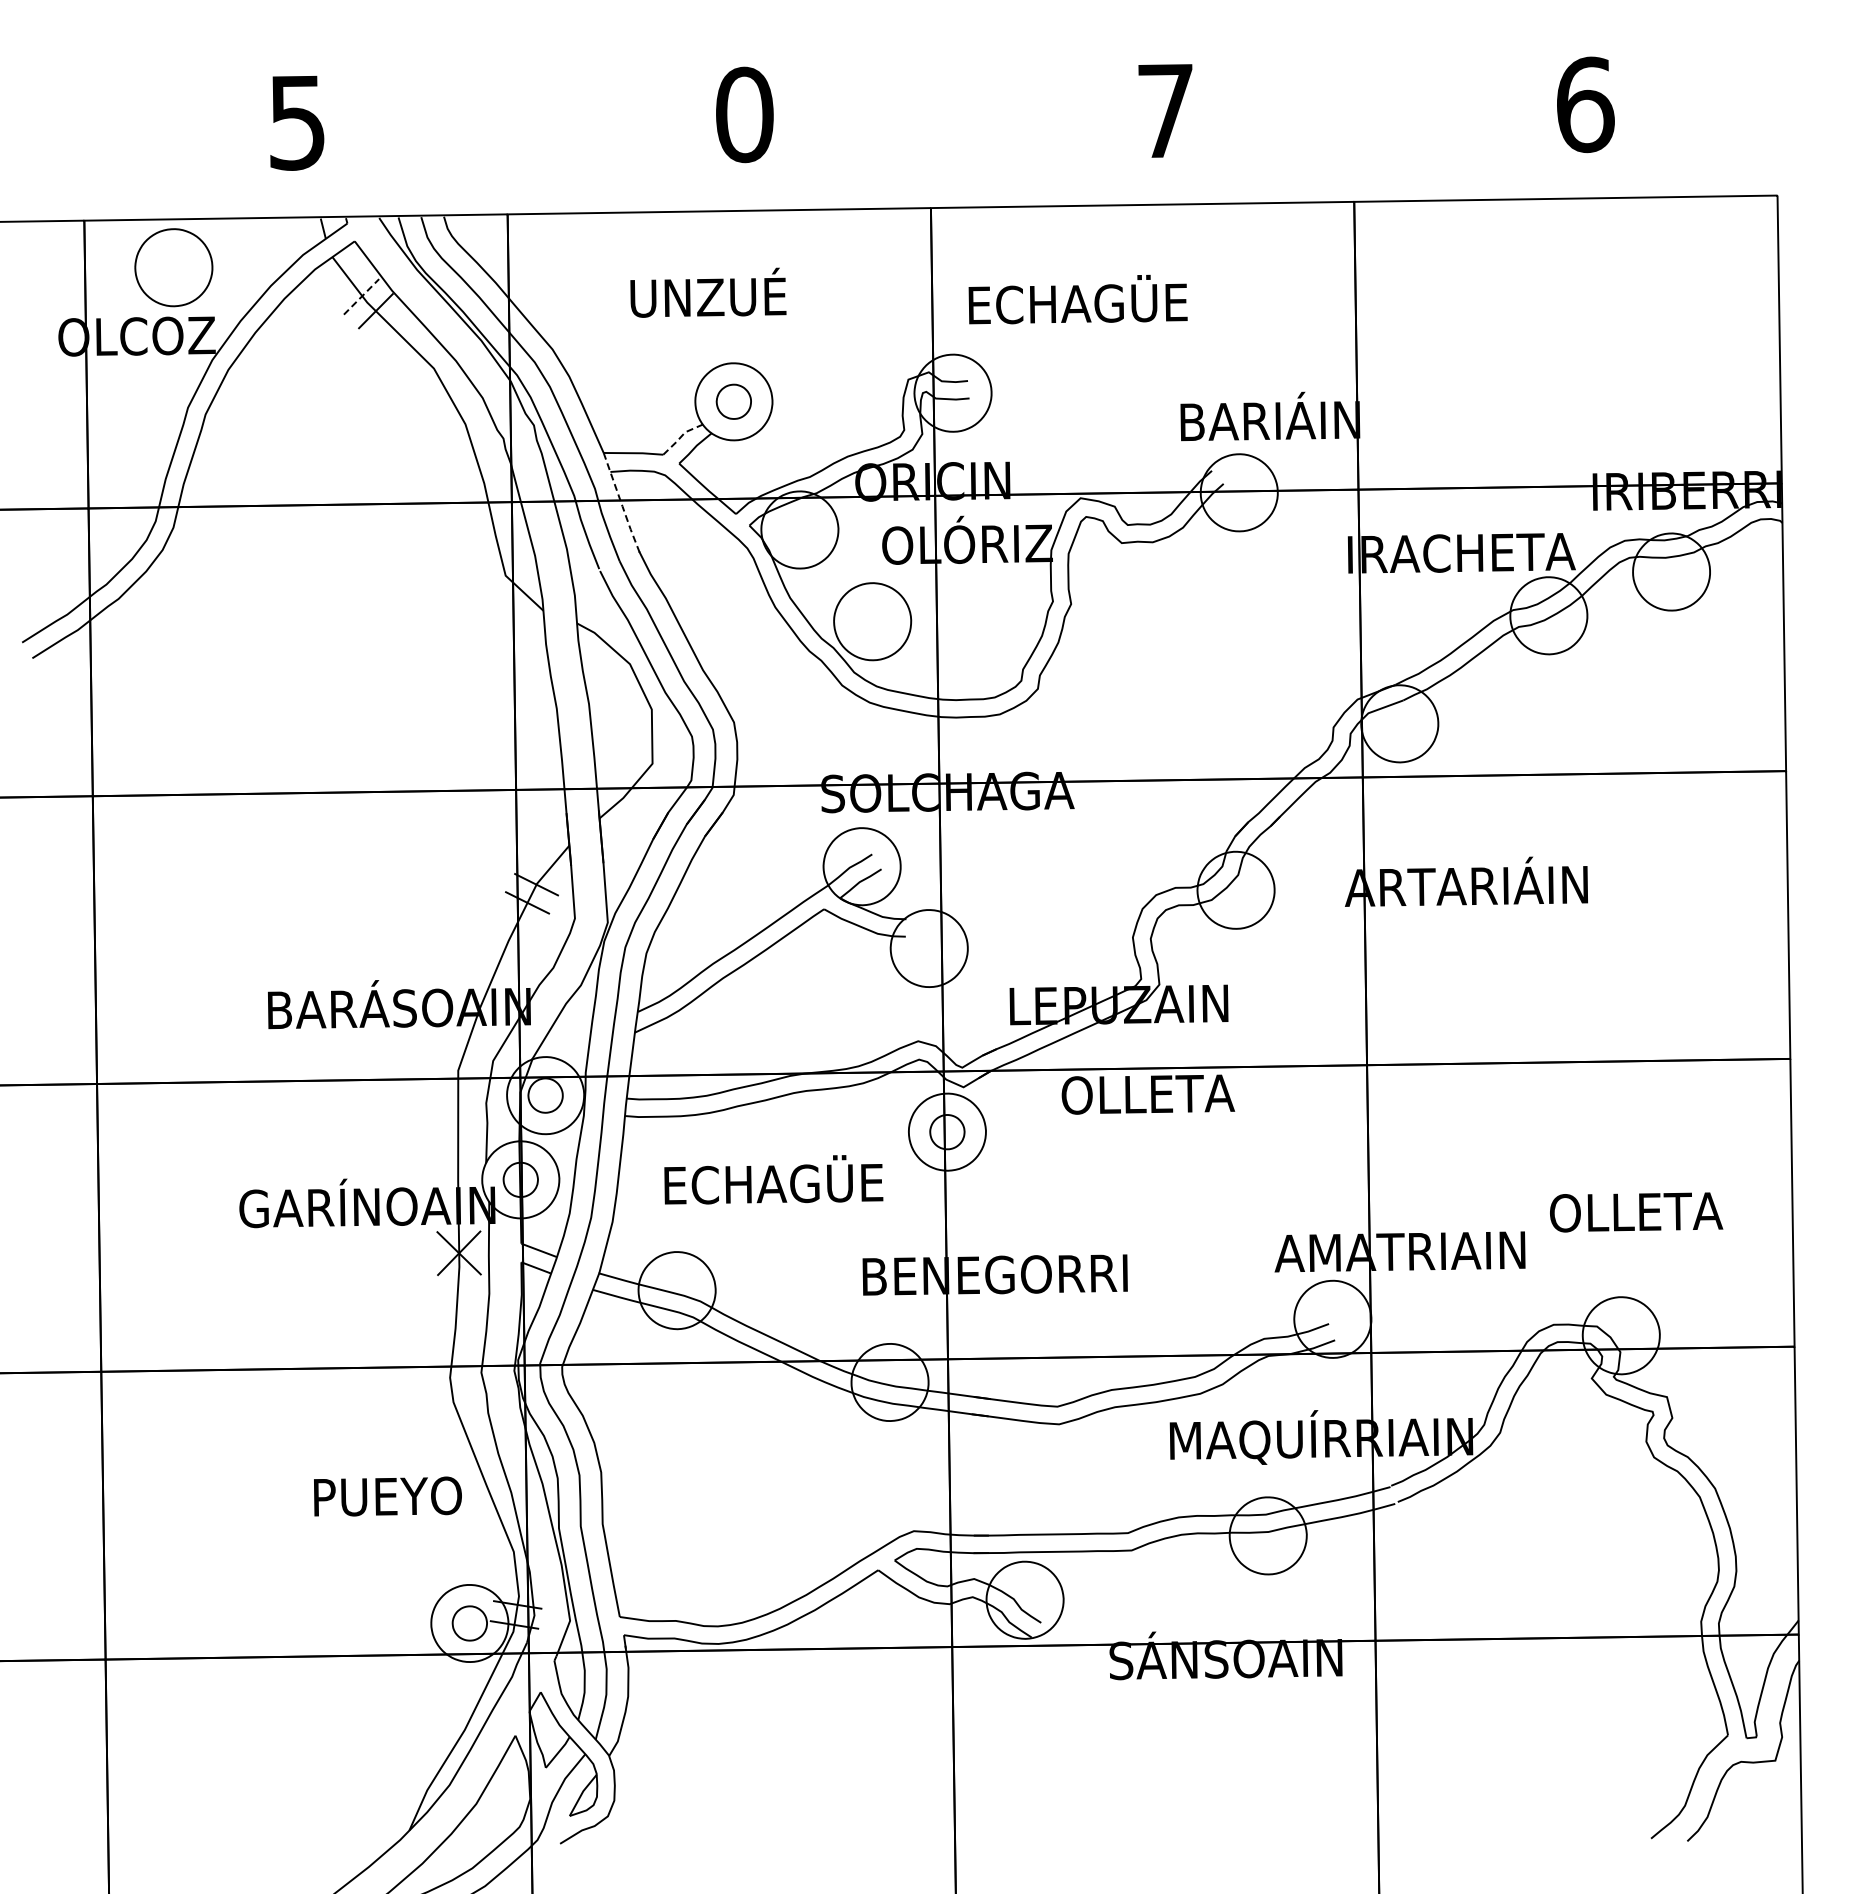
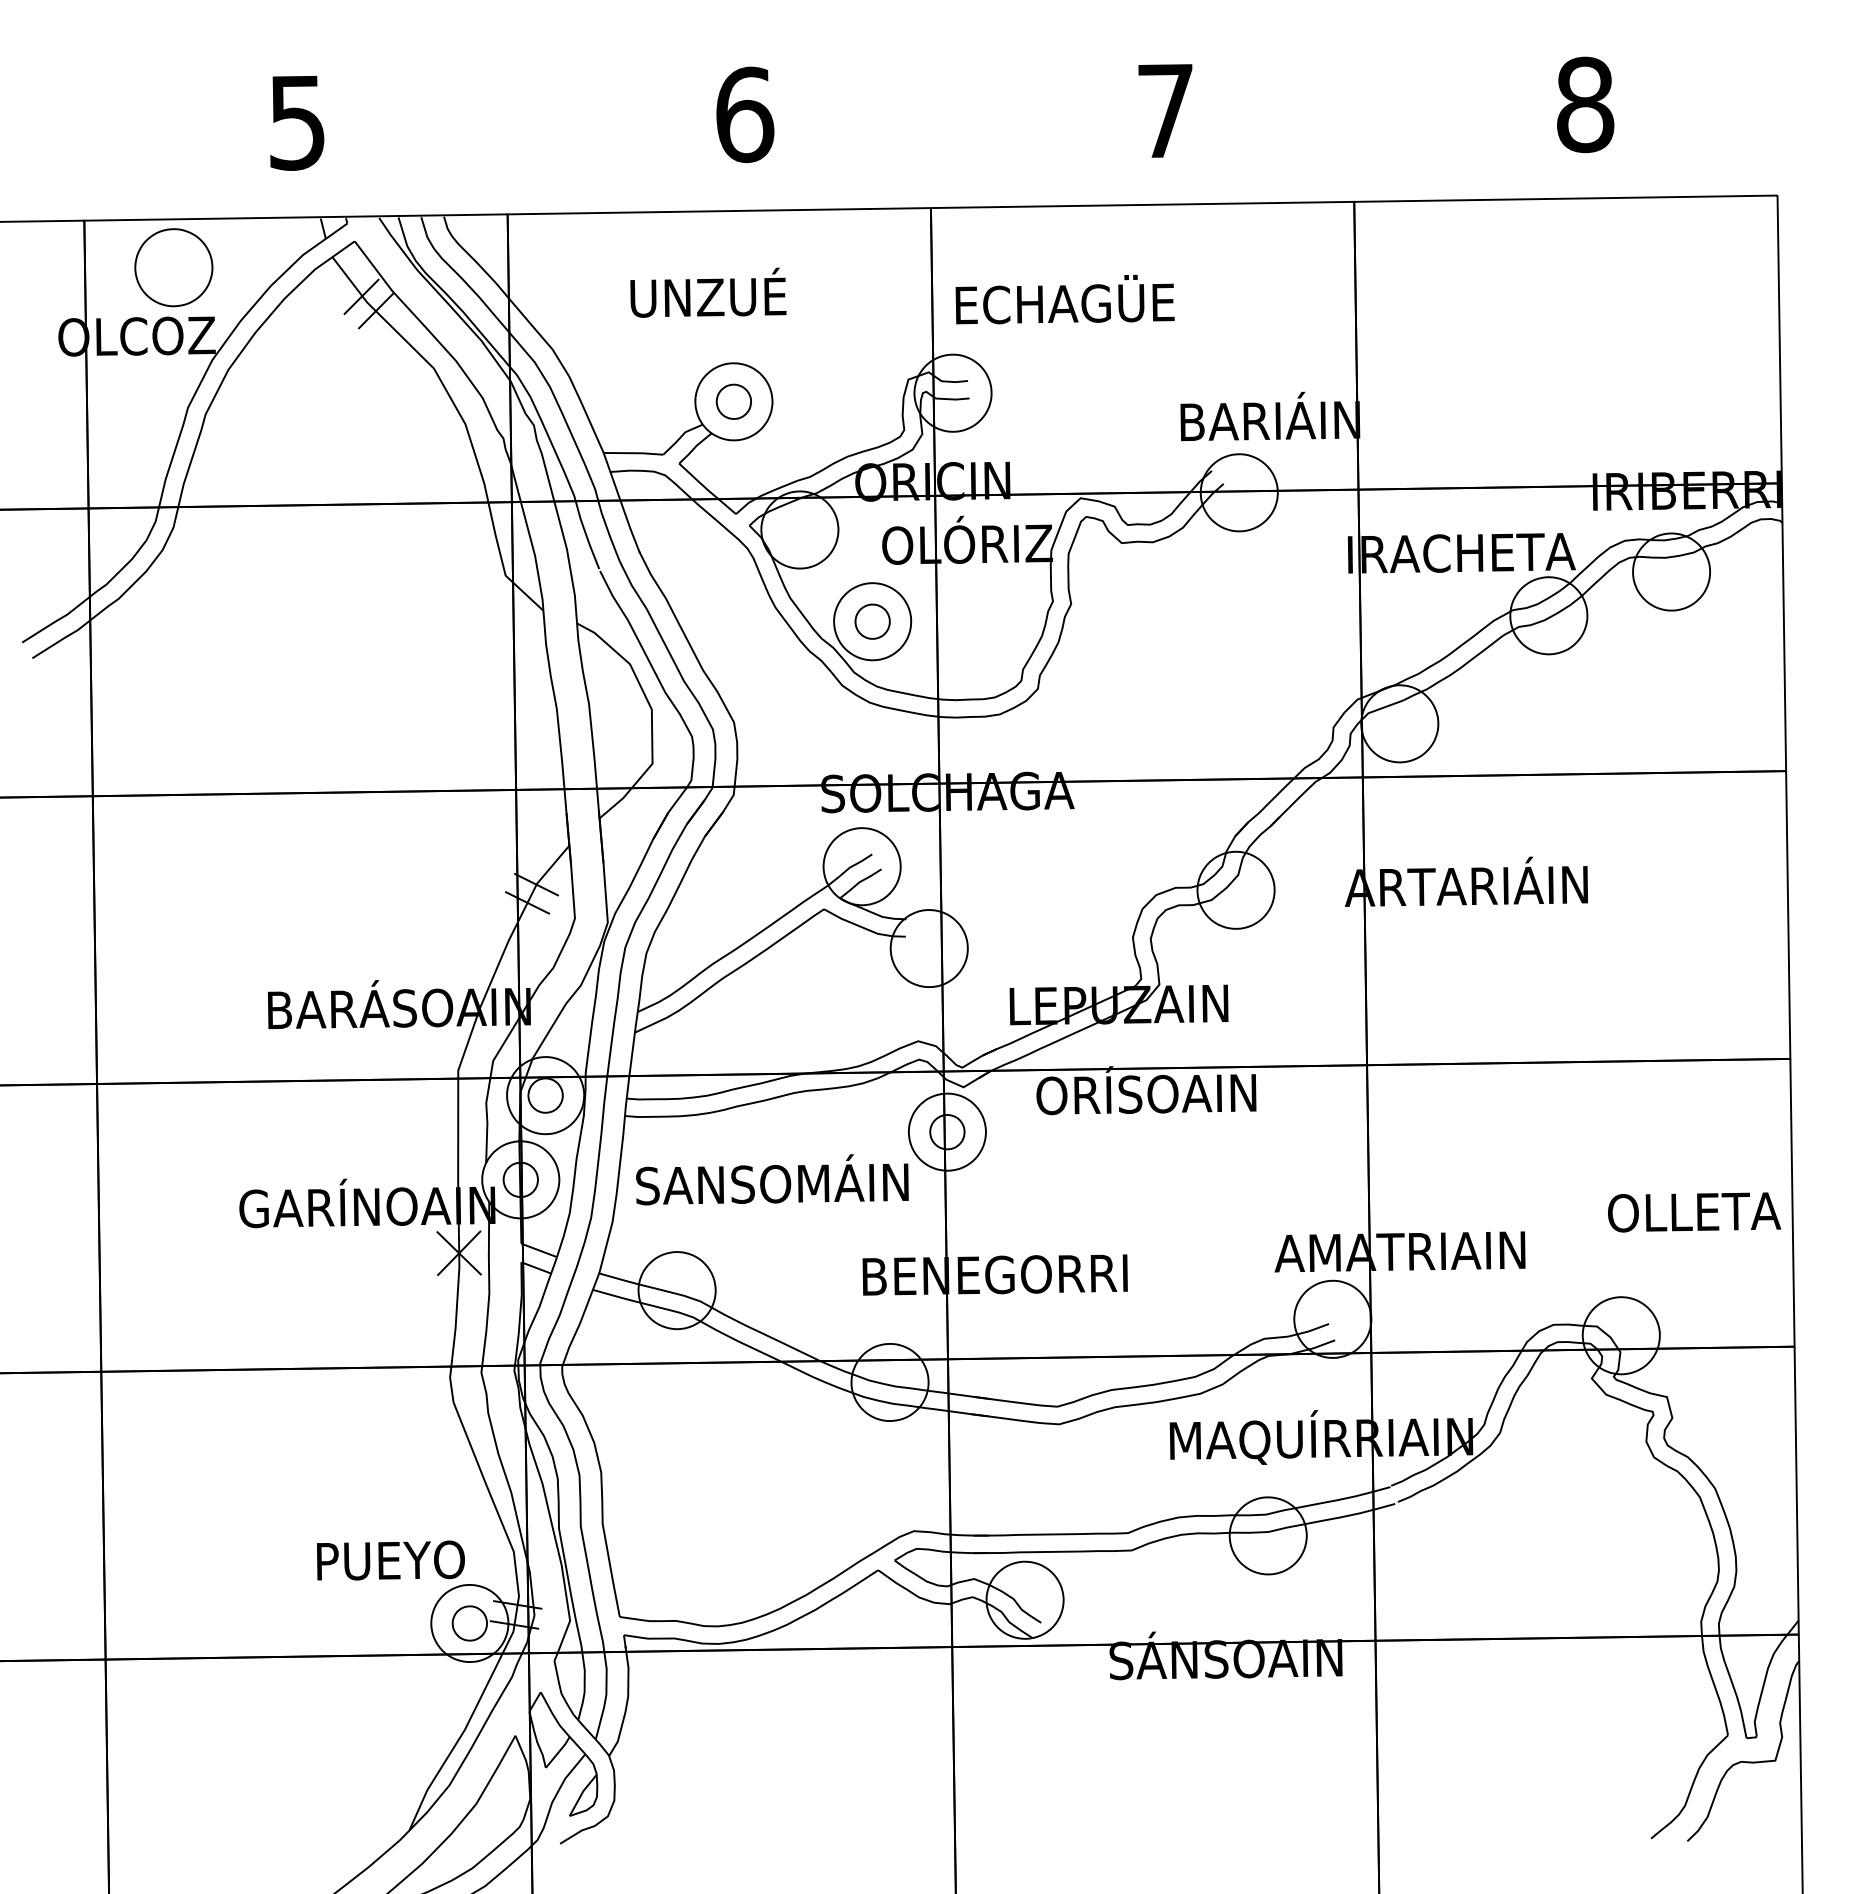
text at (1585, 104): 6 -> 8
text at (745, 114): 0 -> 6
line at (361, 296): dashed -> solid
text at (1077, 299) position: (1077, 299) -> (1064, 299)
line at (681, 436): dashed -> solid
line at (621, 504): dashed -> solid
part at (872, 621): none -> present
text at (1146, 1090): OLLETA -> ORÍSOAIN
text at (772, 1179): ECHAGÜE -> SANSOMÁIN
text at (1636, 1212) position: (1636, 1212) -> (1694, 1212)
text at (387, 1496) position: (387, 1496) -> (390, 1560)
